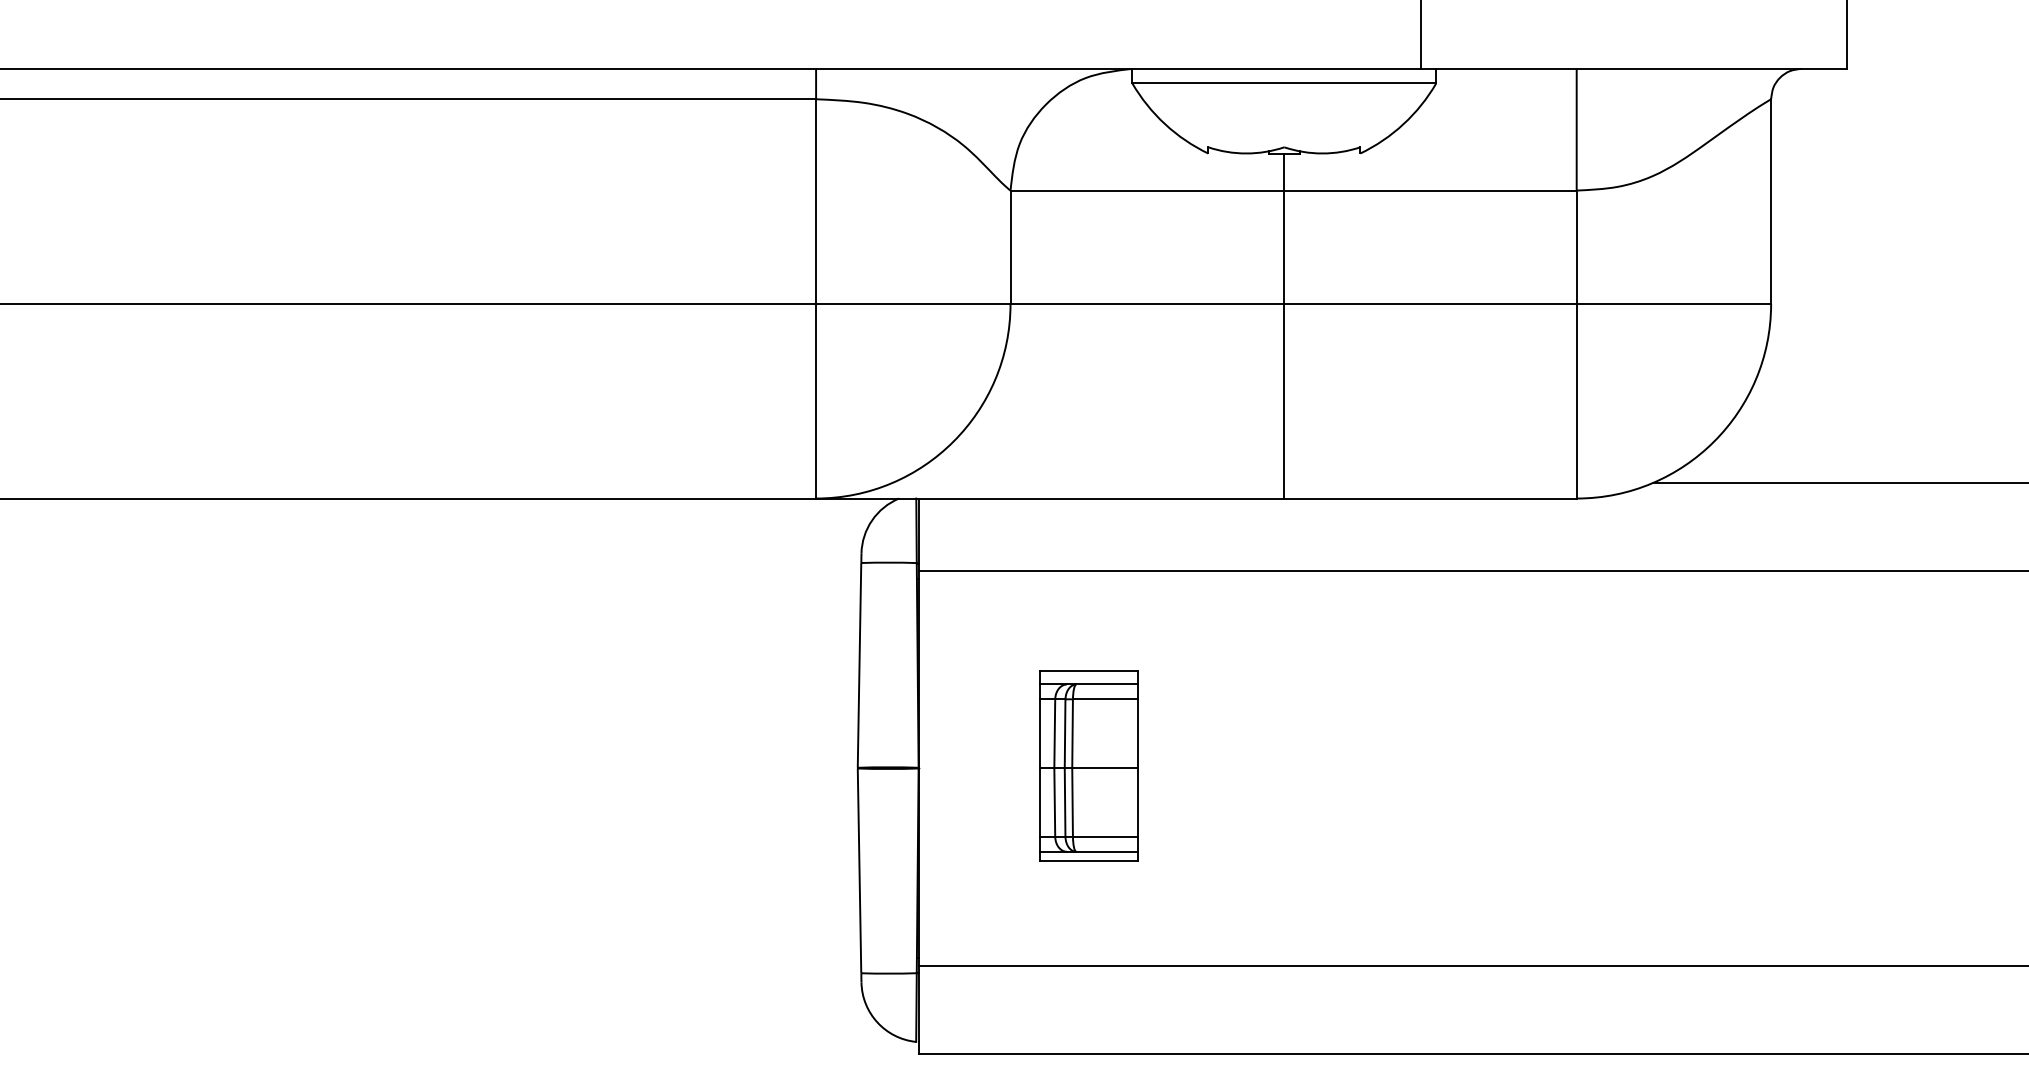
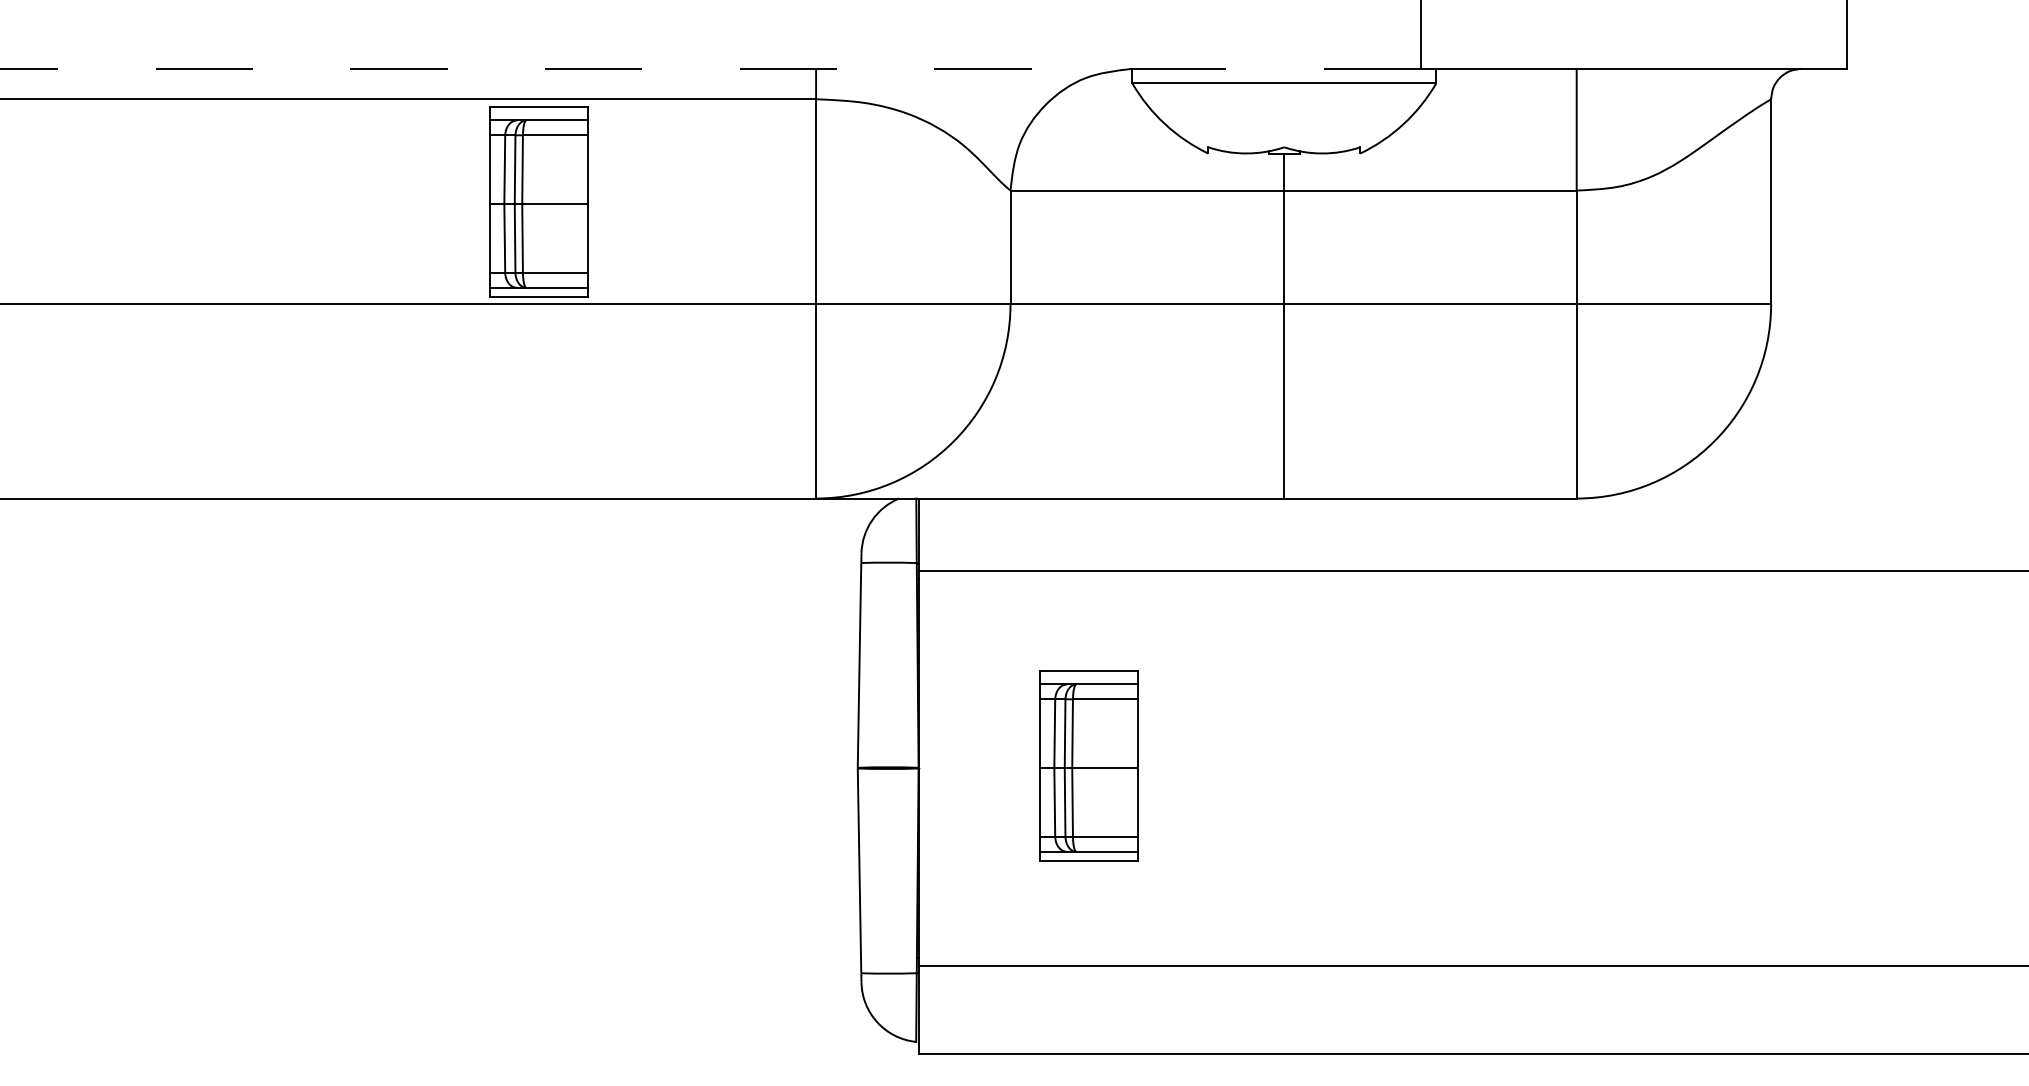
line at (710, 68): solid -> dashed
part at (538, 201): none -> present
line at (1839, 482): present -> none
